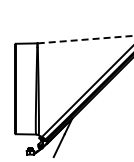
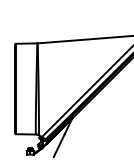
line at (85, 39): dashed -> solid
